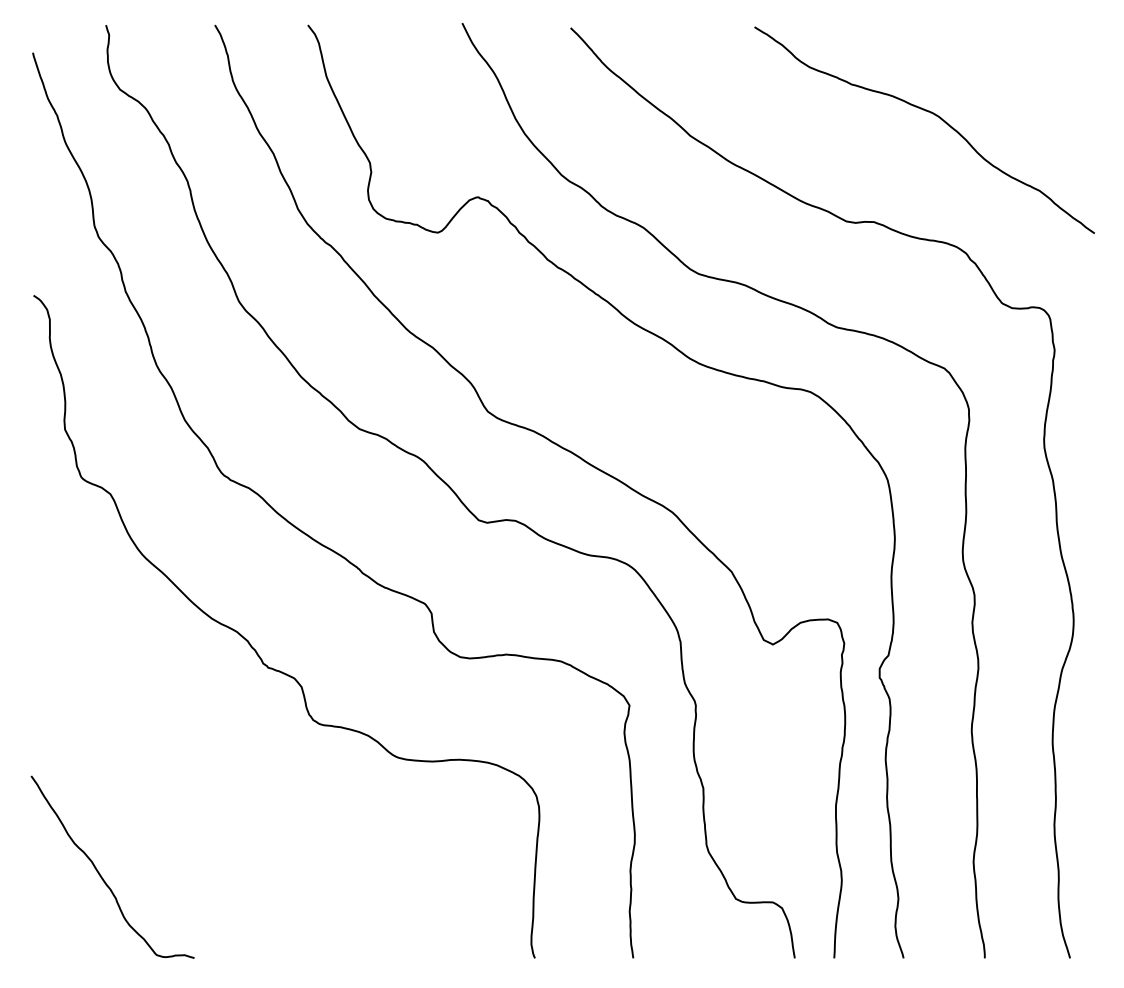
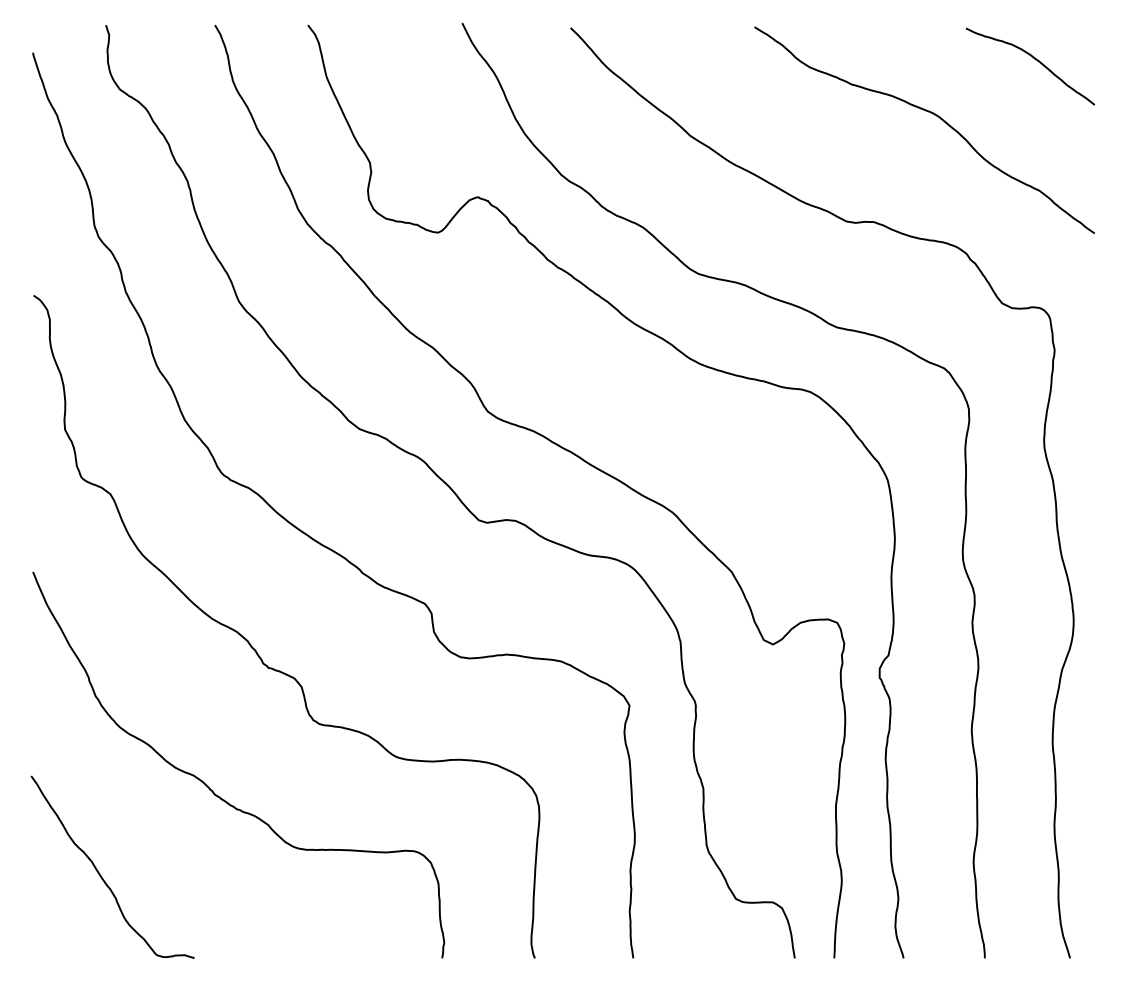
curve at (1035, 60): none -> present
curve at (220, 796): none -> present
